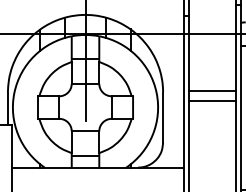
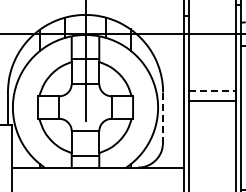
line at (213, 91): solid -> dashed
line at (163, 118): solid -> dashed
